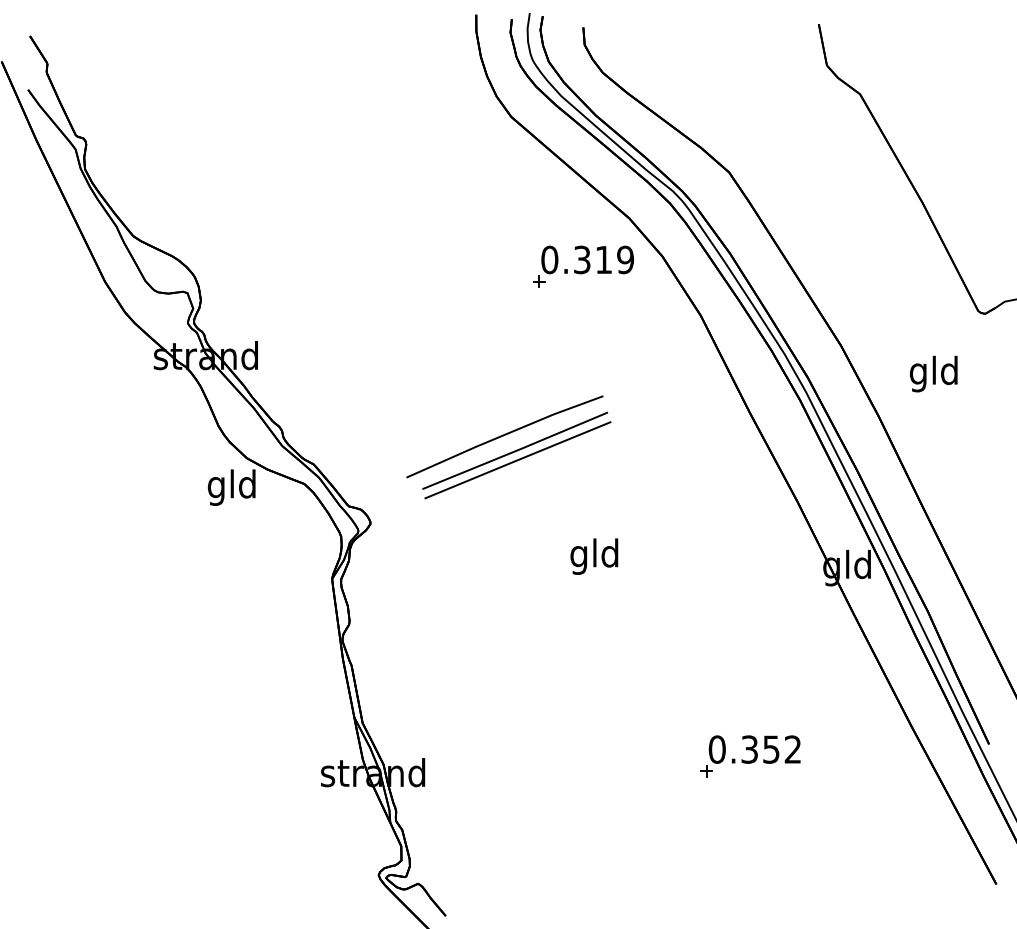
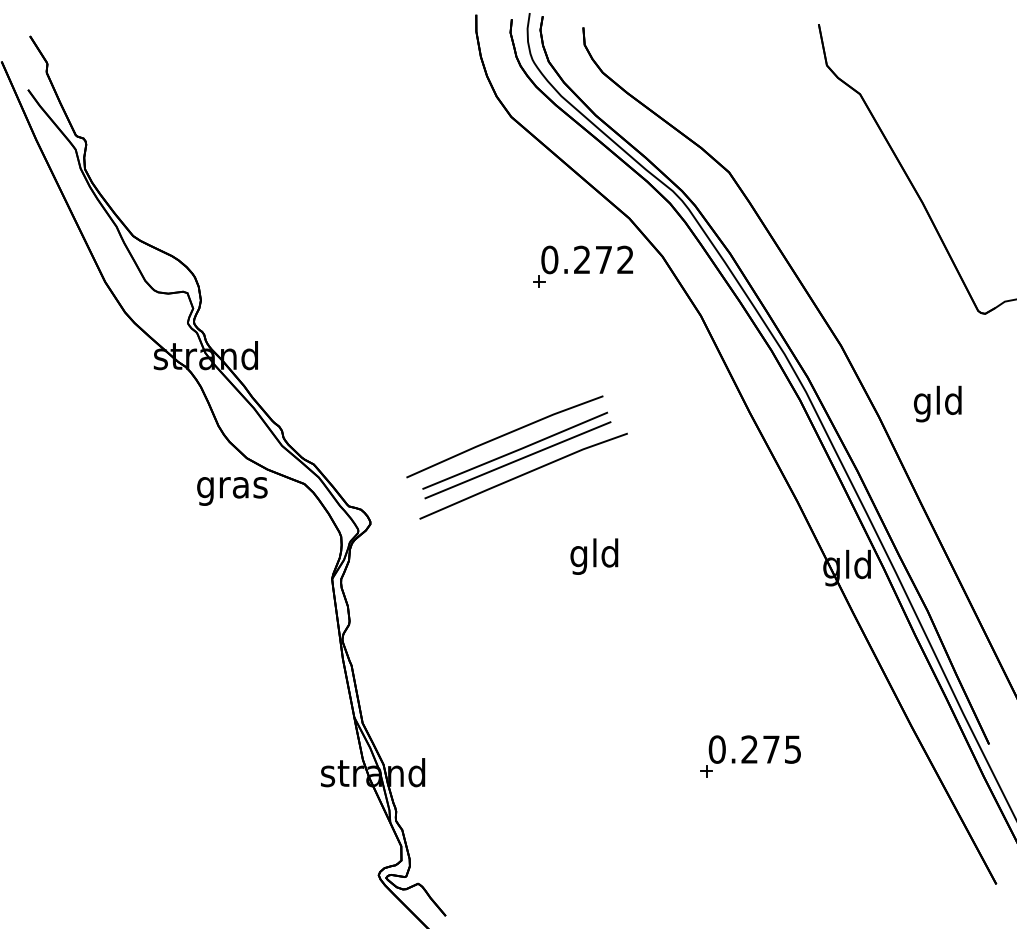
text at (604, 259): 0.319 -> 0.272
text at (933, 373) position: (933, 373) -> (937, 403)
line at (523, 475): none -> present
text at (232, 487): gld -> gras
text at (770, 749): 0.352 -> 0.275
